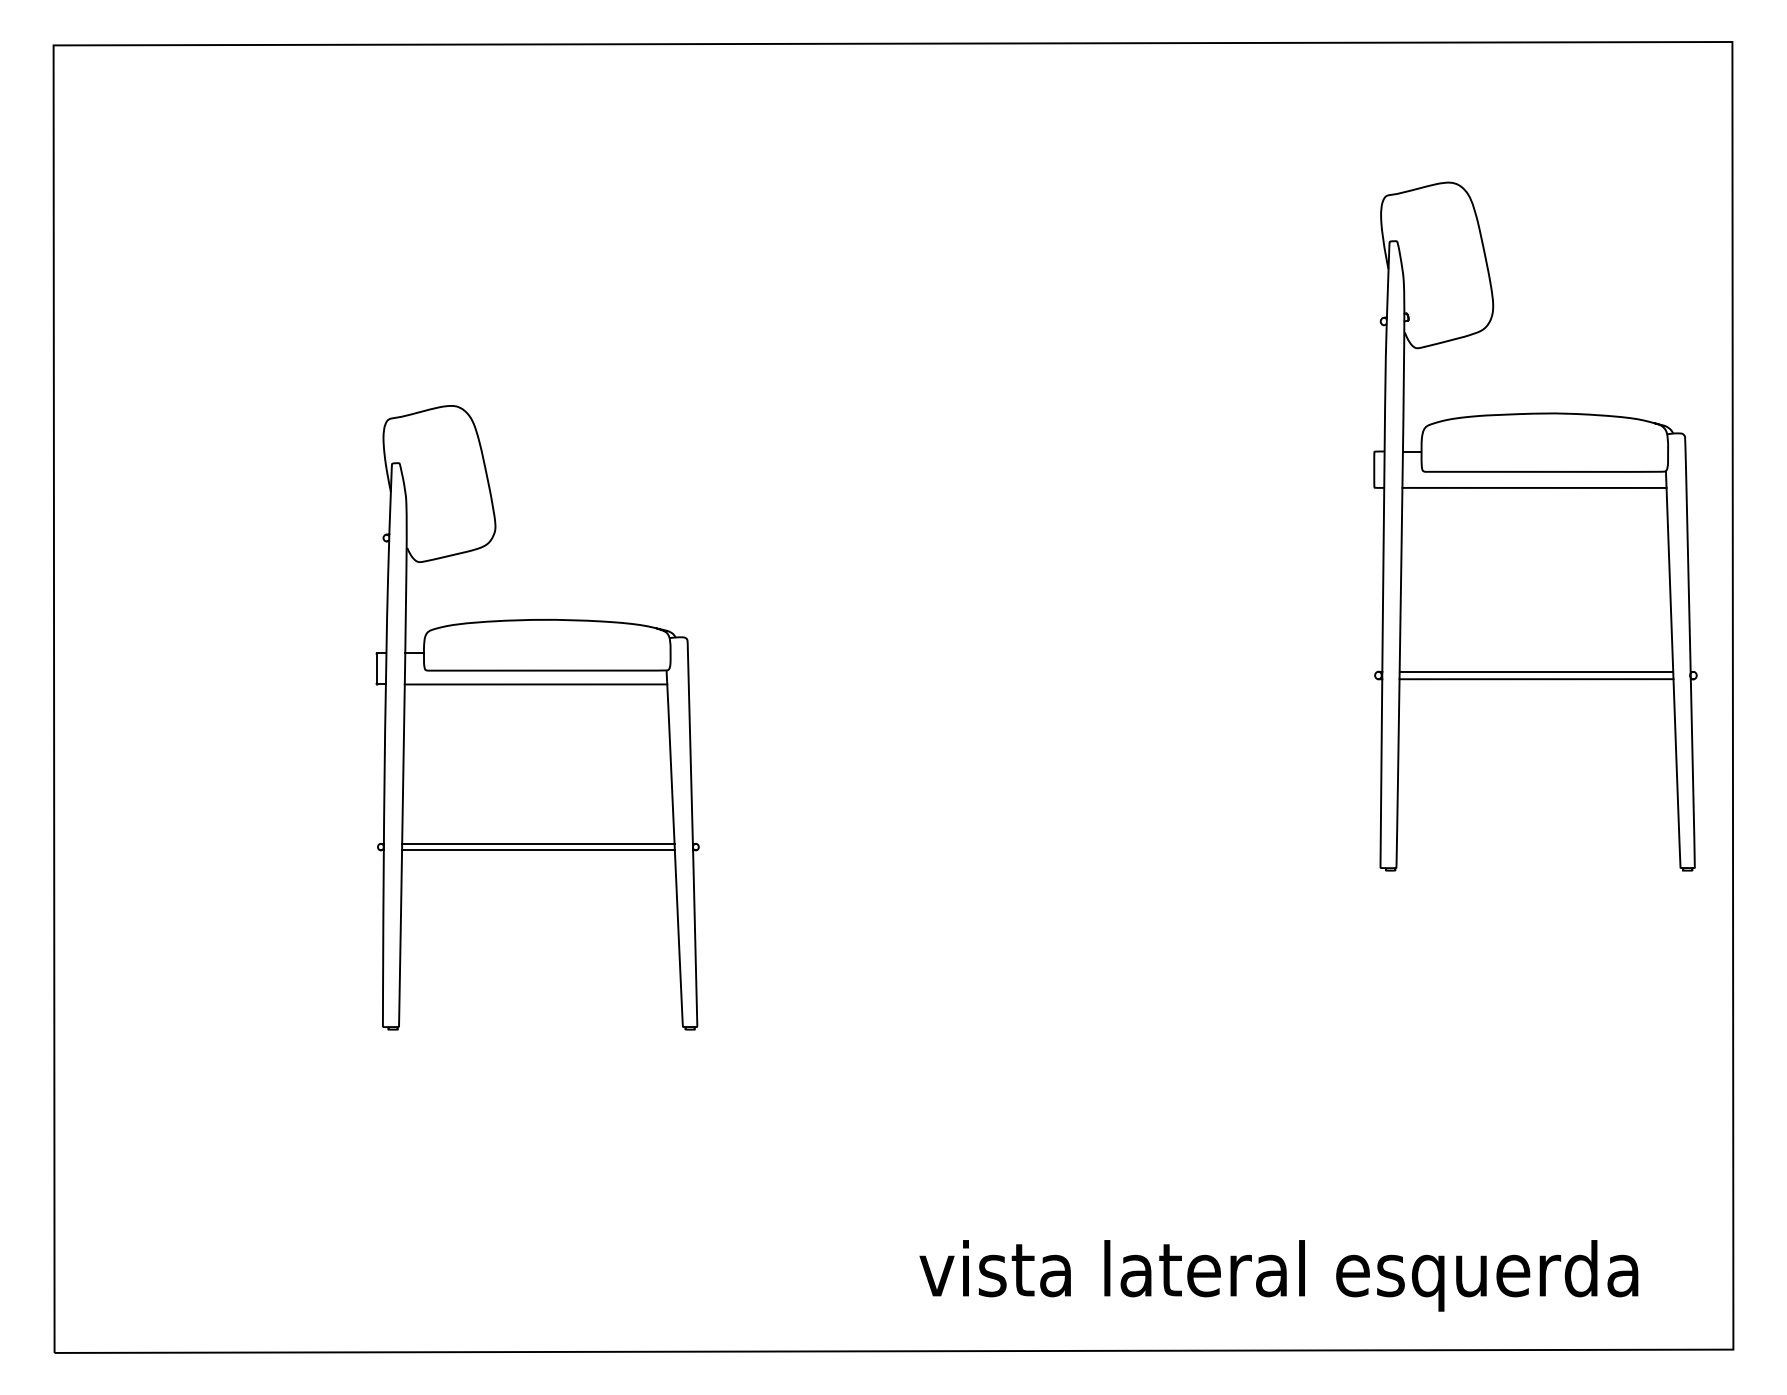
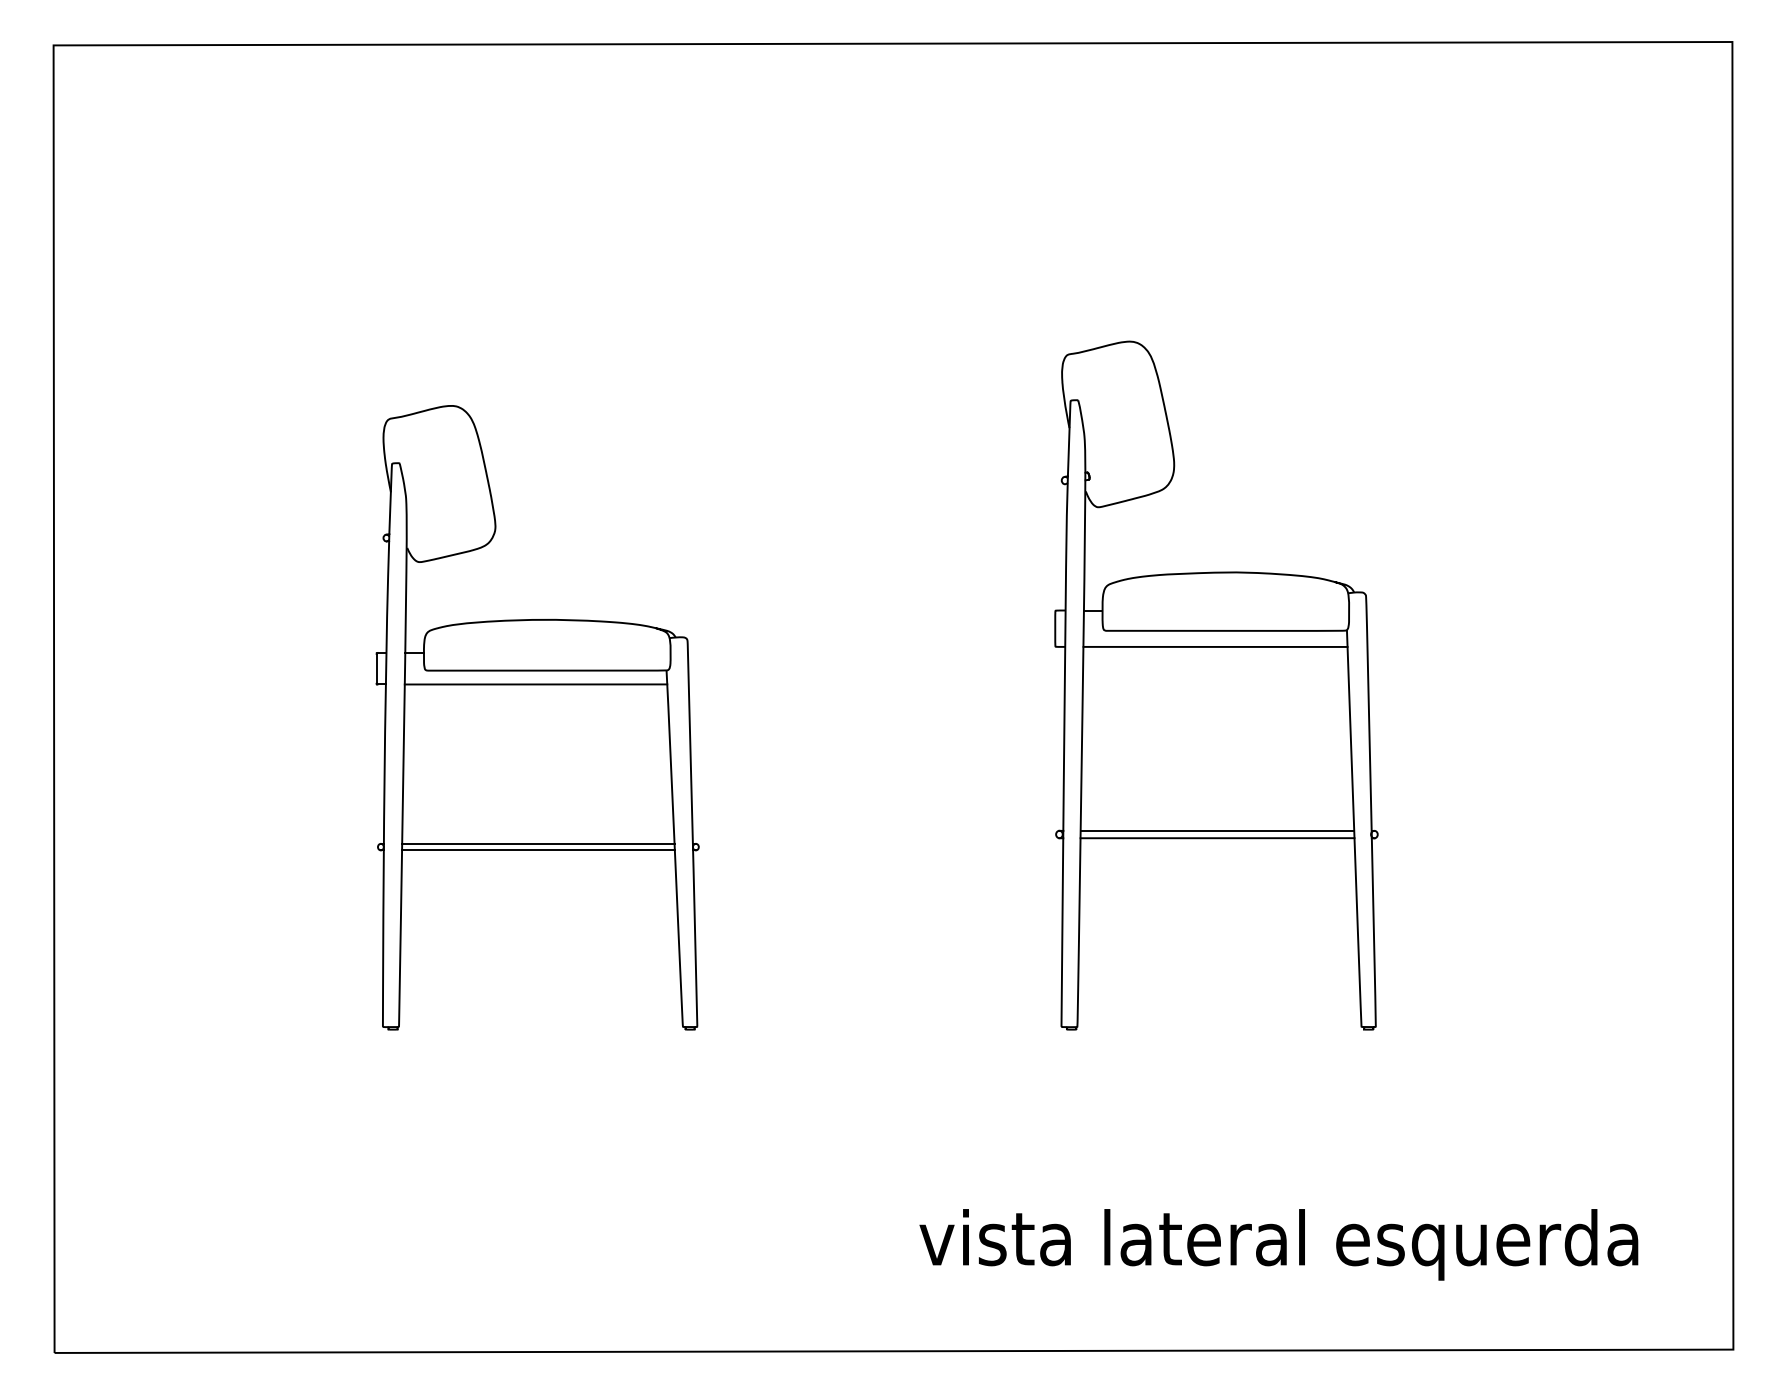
part at (1535, 526) position: (1535, 526) -> (1216, 685)
text at (1278, 1275) position: (1278, 1275) -> (1278, 1244)
